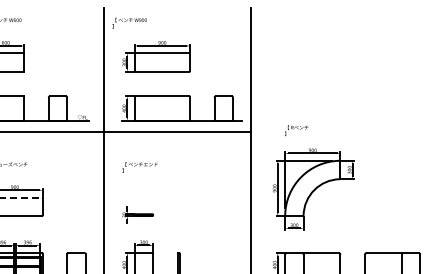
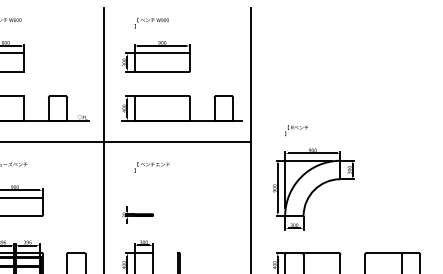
text at (129, 22) position: (129, 22) -> (151, 22)
line at (126, 132) position: (126, 132) -> (126, 142)
text at (139, 167) position: (139, 167) -> (151, 167)
line at (21, 197): dashed -> solid
